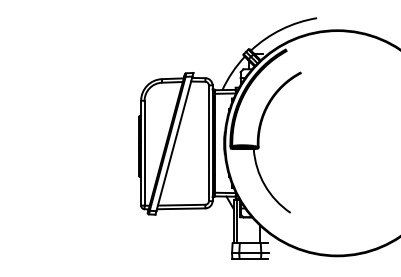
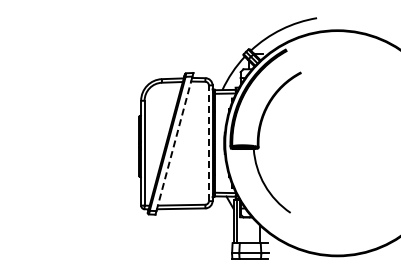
line at (174, 143): solid -> dashed
line at (208, 143): solid -> dashed
